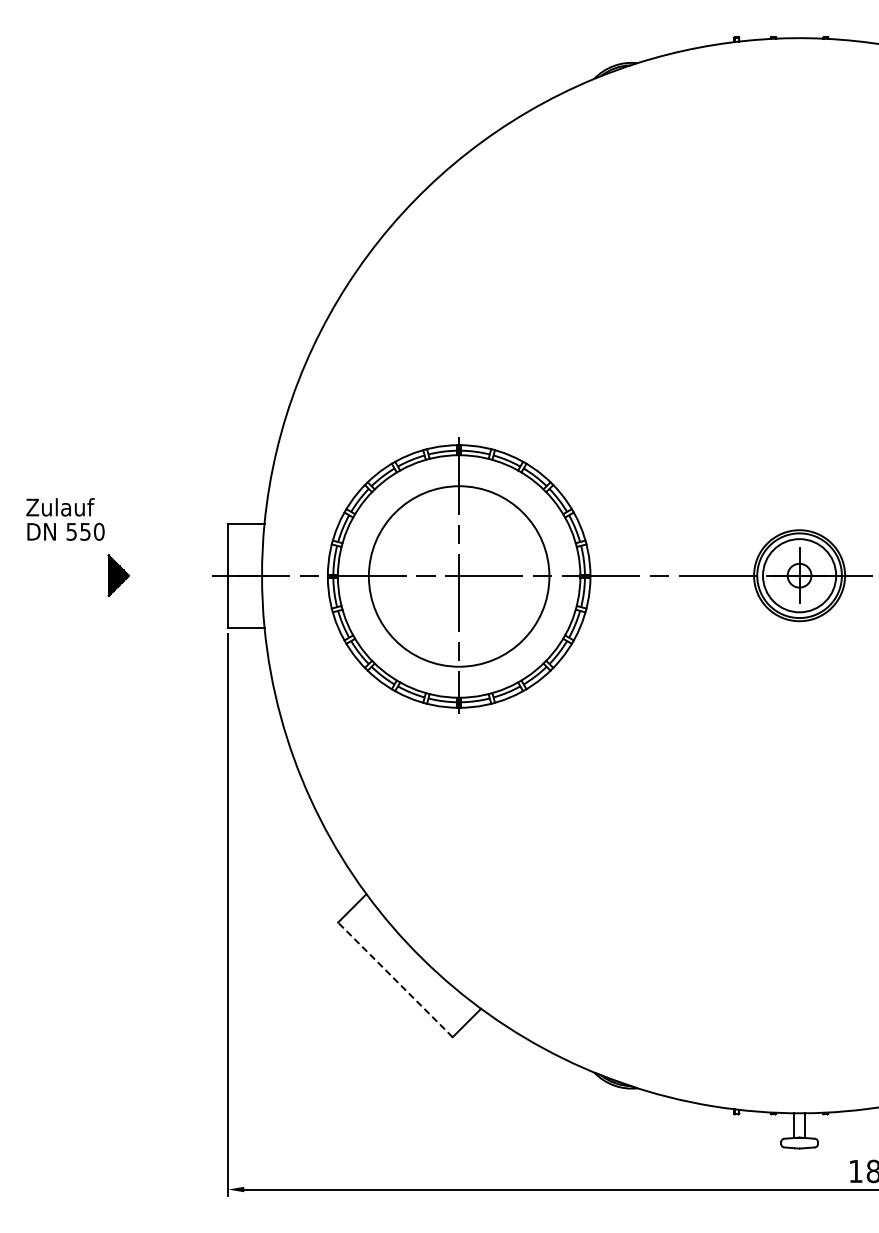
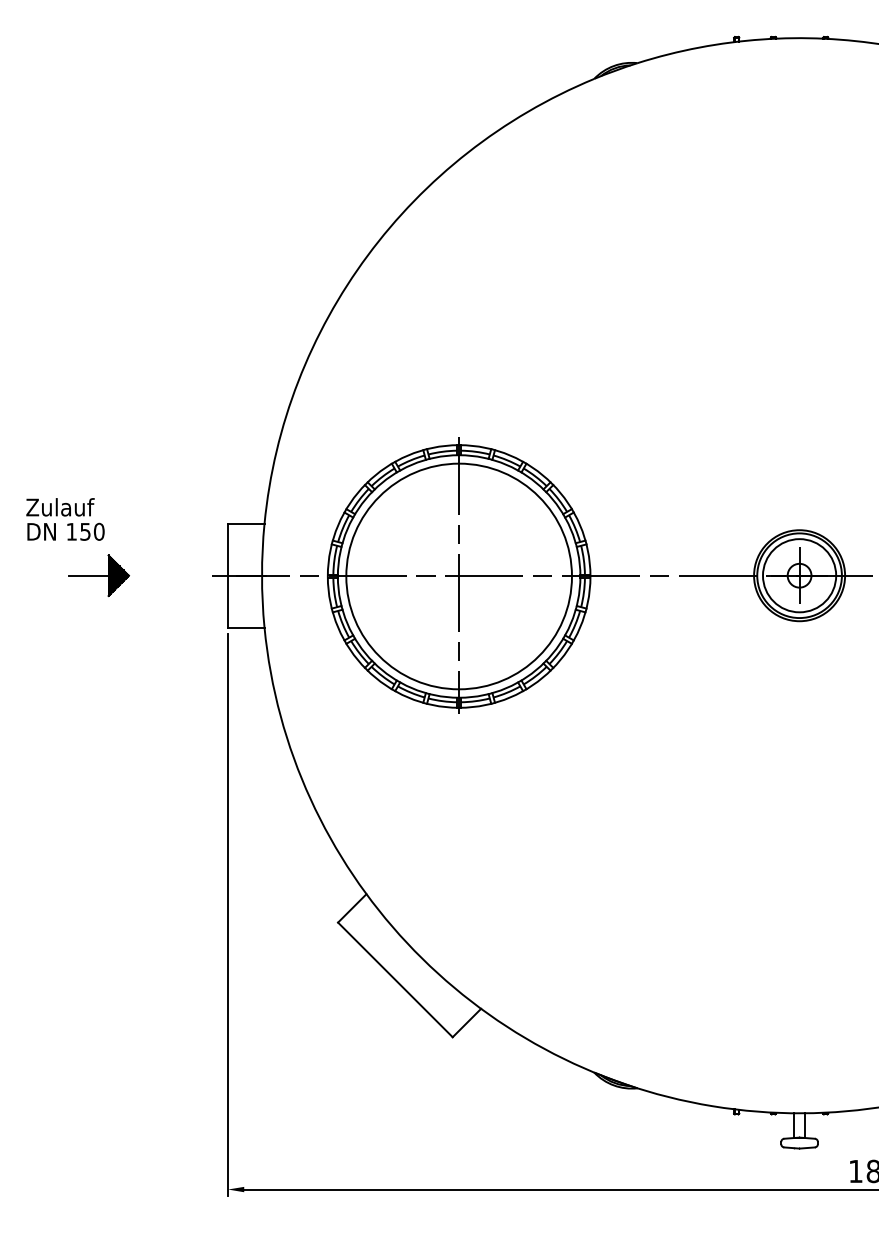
text at (71, 531): 550 -> 150
line at (88, 575): none -> present
circle at (458, 576) diameter: 181 px -> 226 px
line at (395, 979): dashed -> solid
